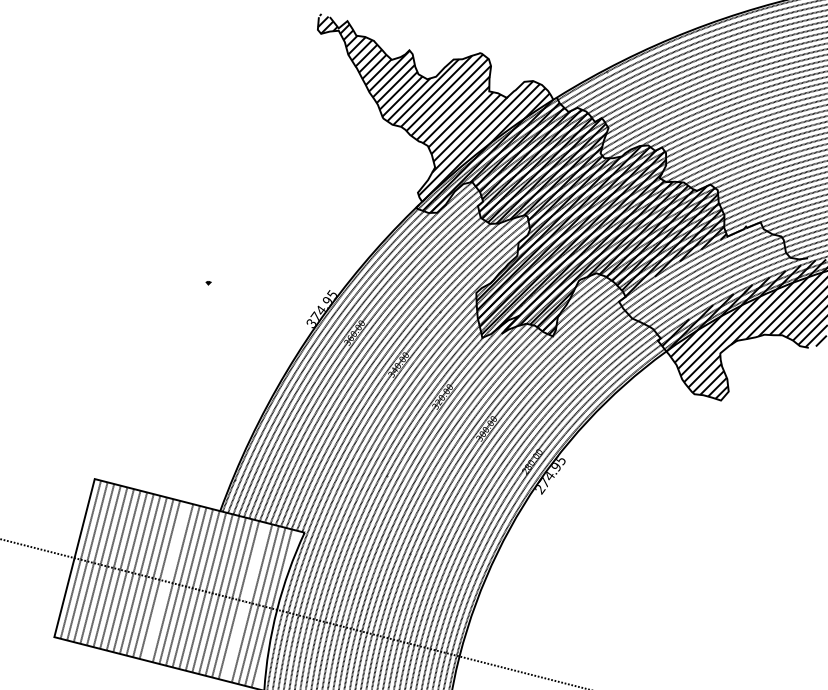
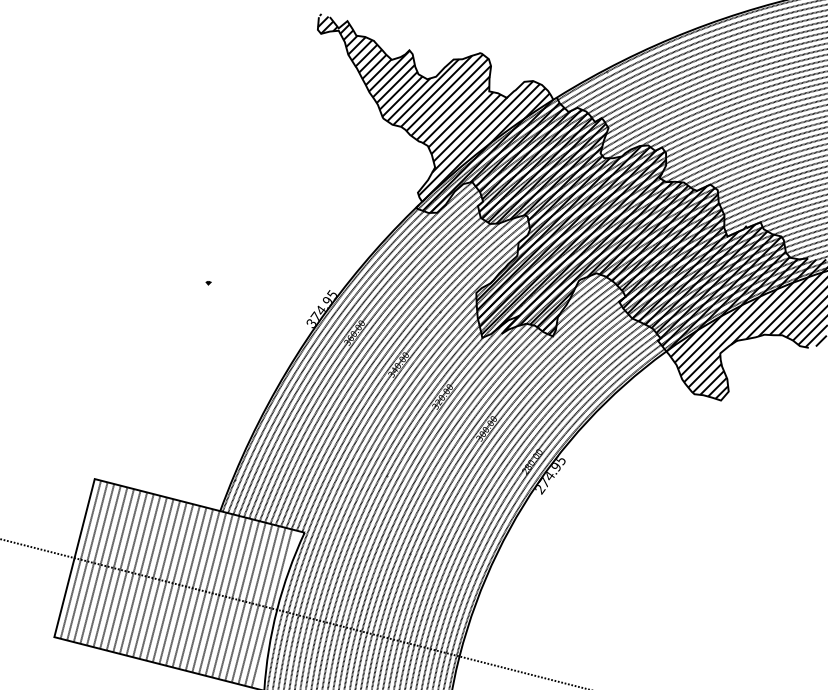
hatch at (717, 281): none -> present
line at (166, 581): none -> present
line at (245, 601): none -> present
